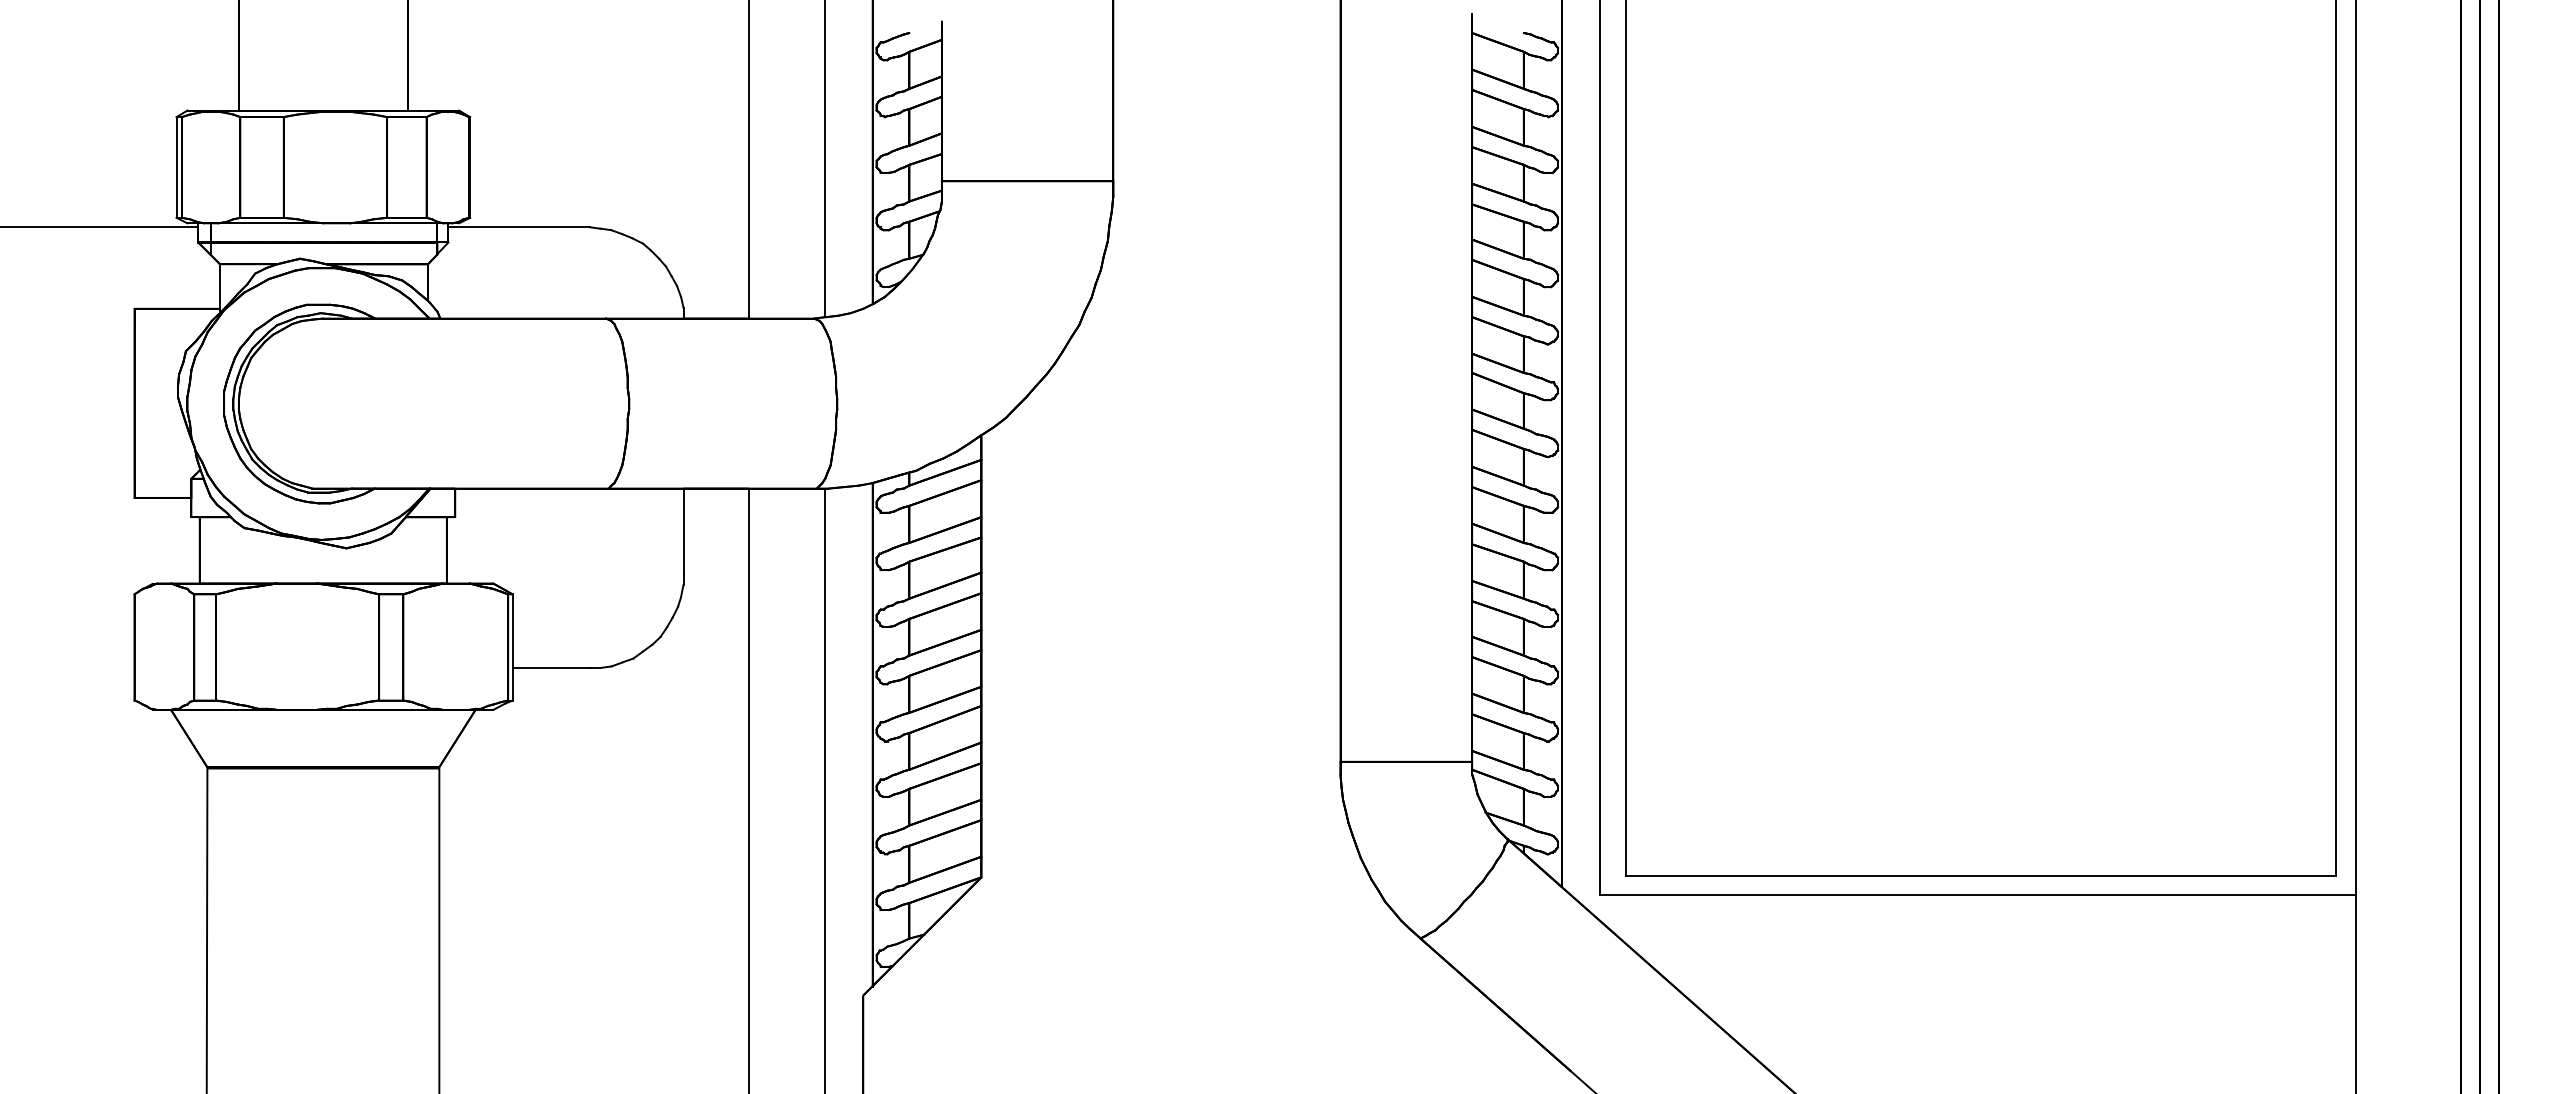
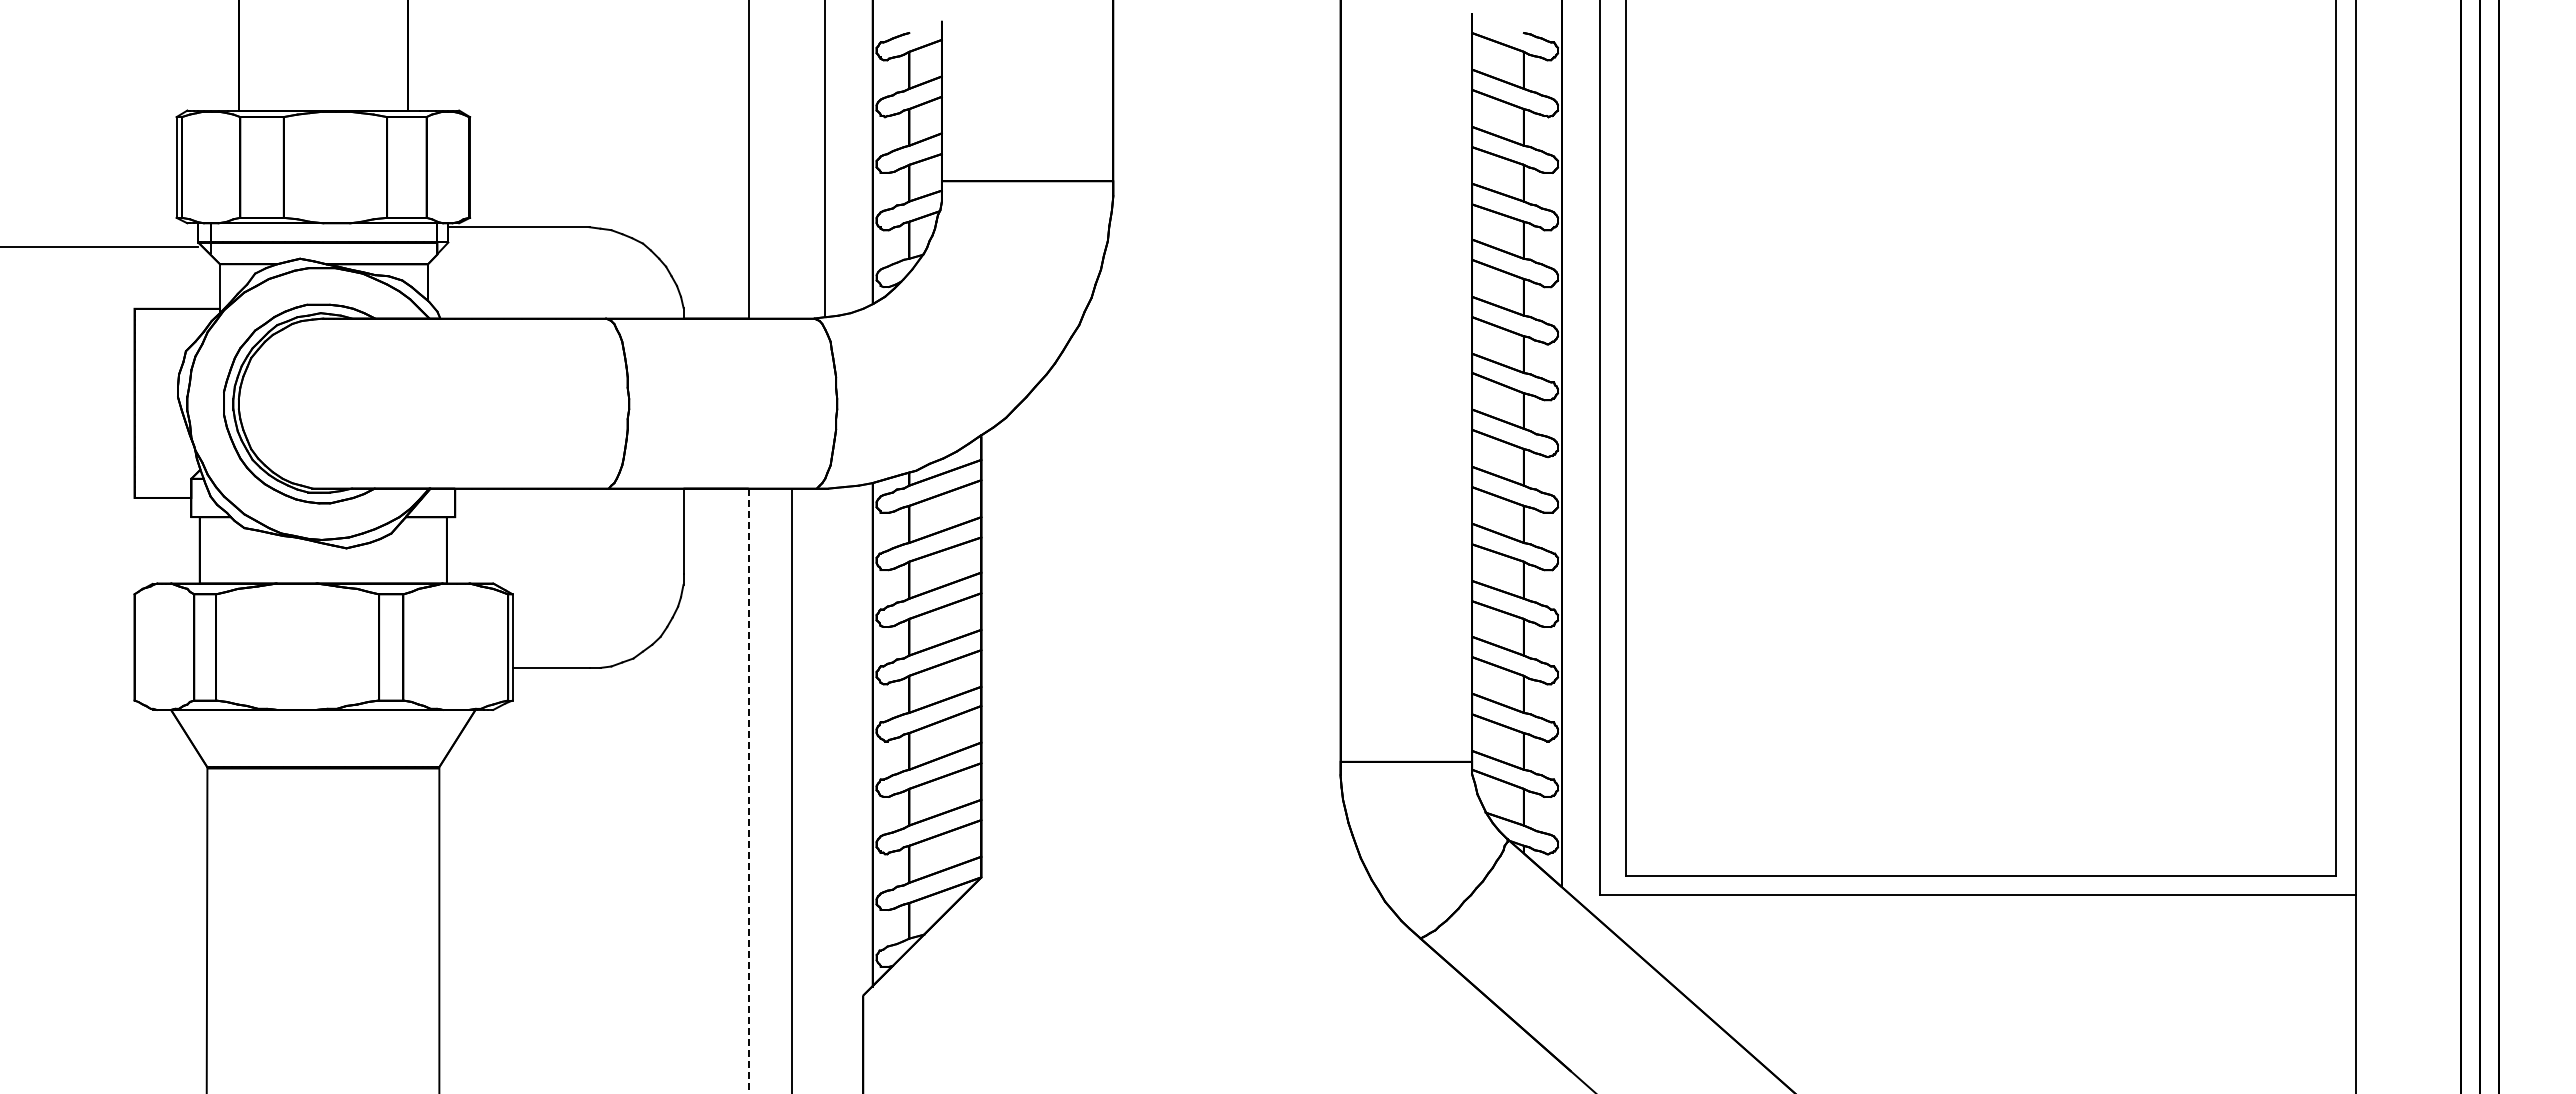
line at (100, 227) position: (100, 227) -> (100, 247)
line at (825, 789) position: (825, 789) -> (792, 789)
line at (748, 791): solid -> dashed
